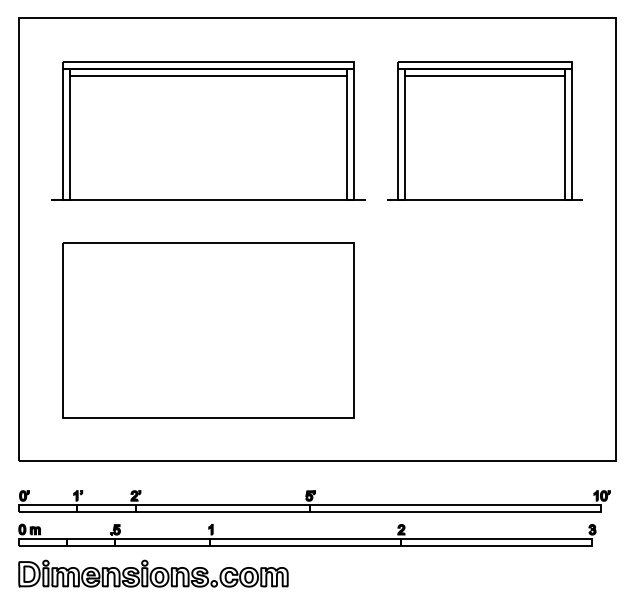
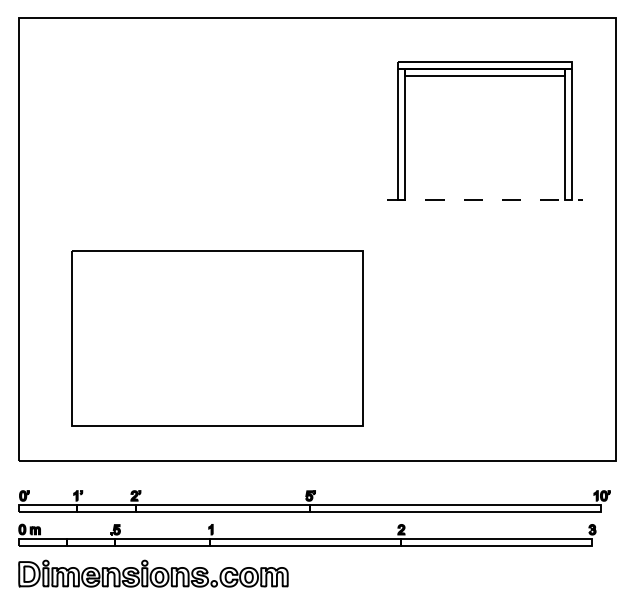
part at (208, 130): present -> none
line at (484, 199): solid -> dashed
part at (208, 330) position: (208, 330) -> (217, 338)
